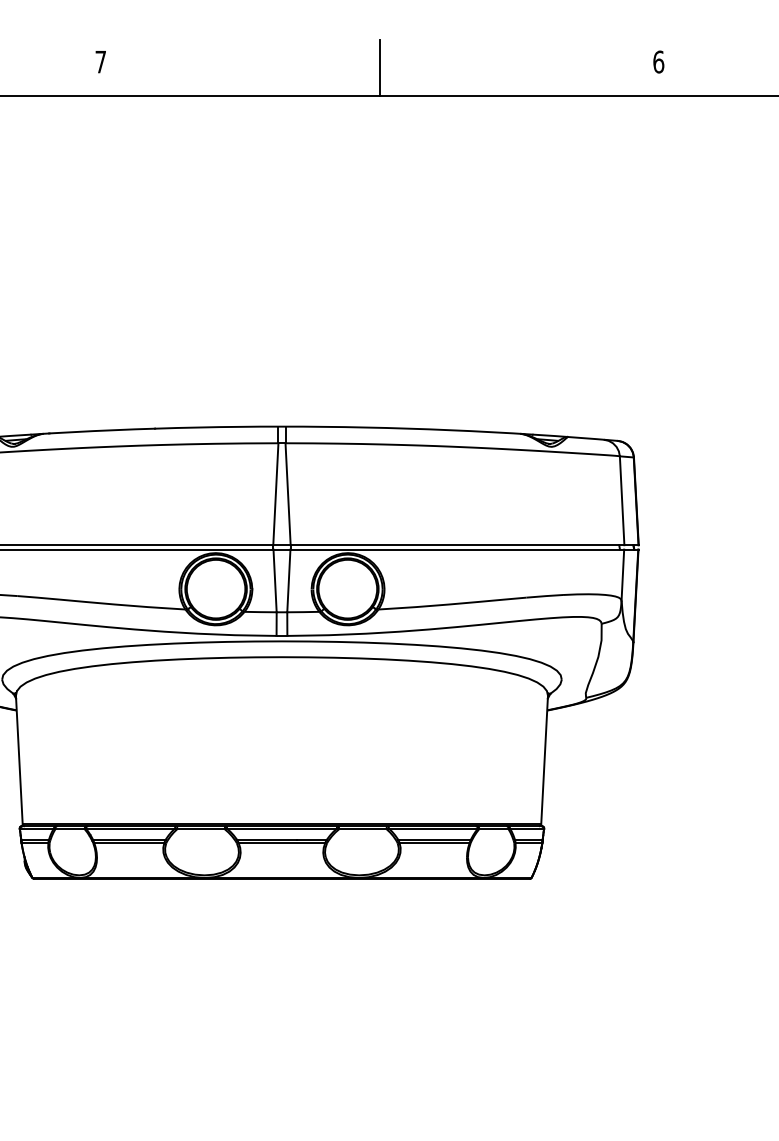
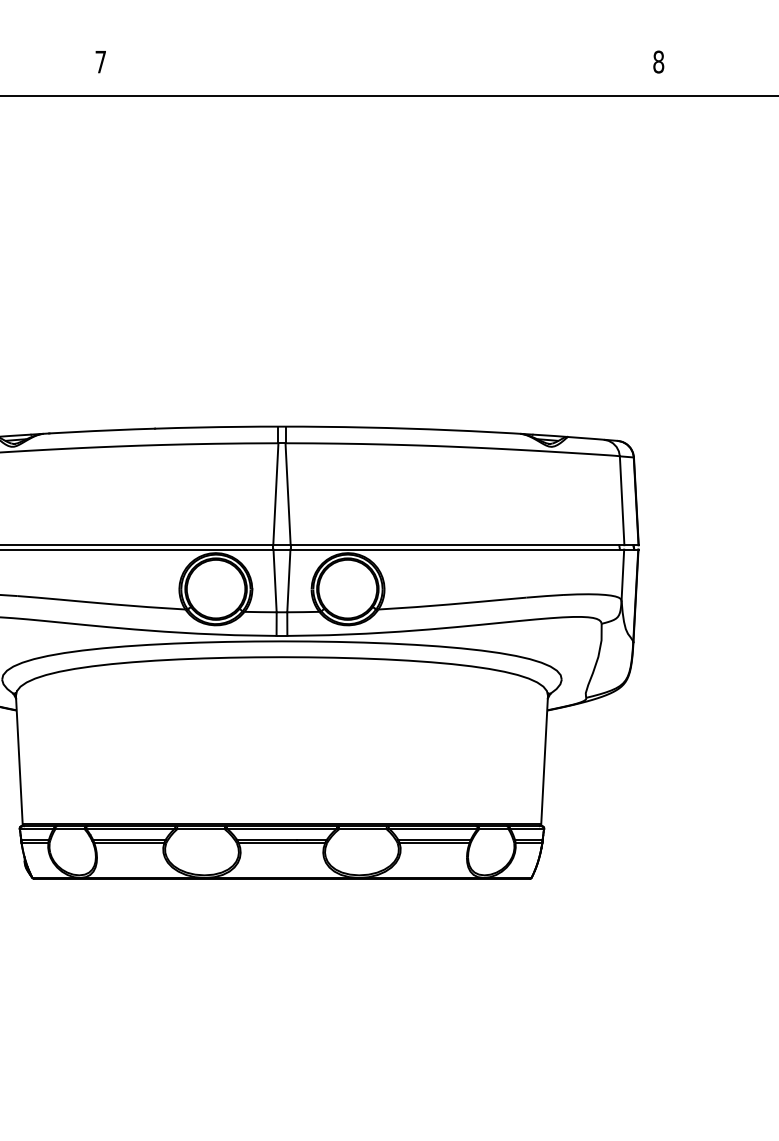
text at (658, 61): 6 -> 8
line at (379, 67): present -> none
